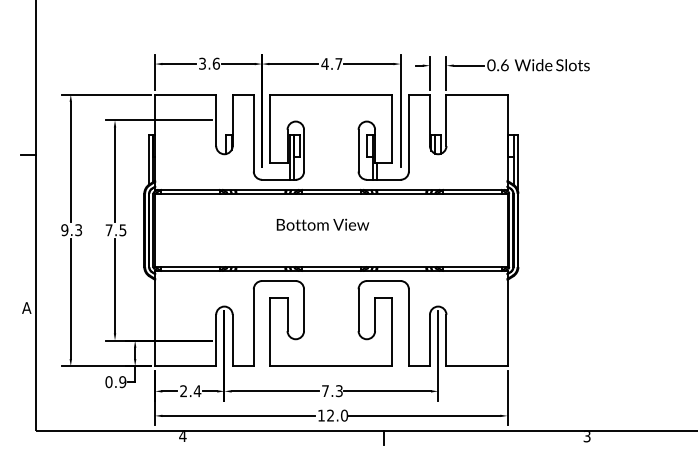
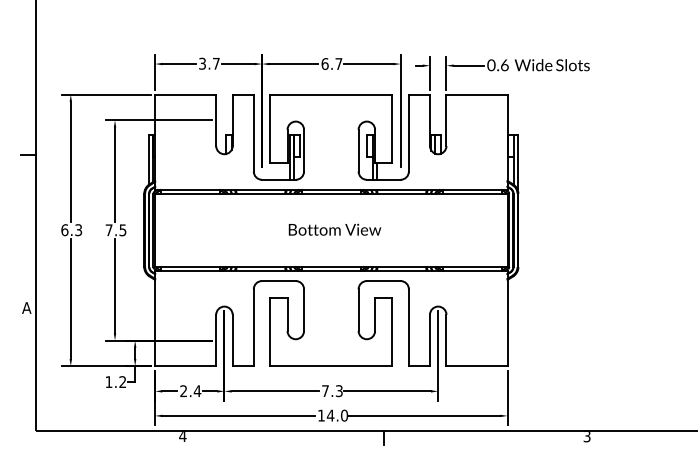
text at (215, 63): 3.6 -> 3.7
text at (324, 64): 4.7 -> 6.7
text at (322, 224) position: (322, 224) -> (334, 229)
text at (64, 230): 9.3 -> 6.3
text at (115, 382): 0.9 -> 1.2
text at (330, 415): 12.0 -> 14.0
